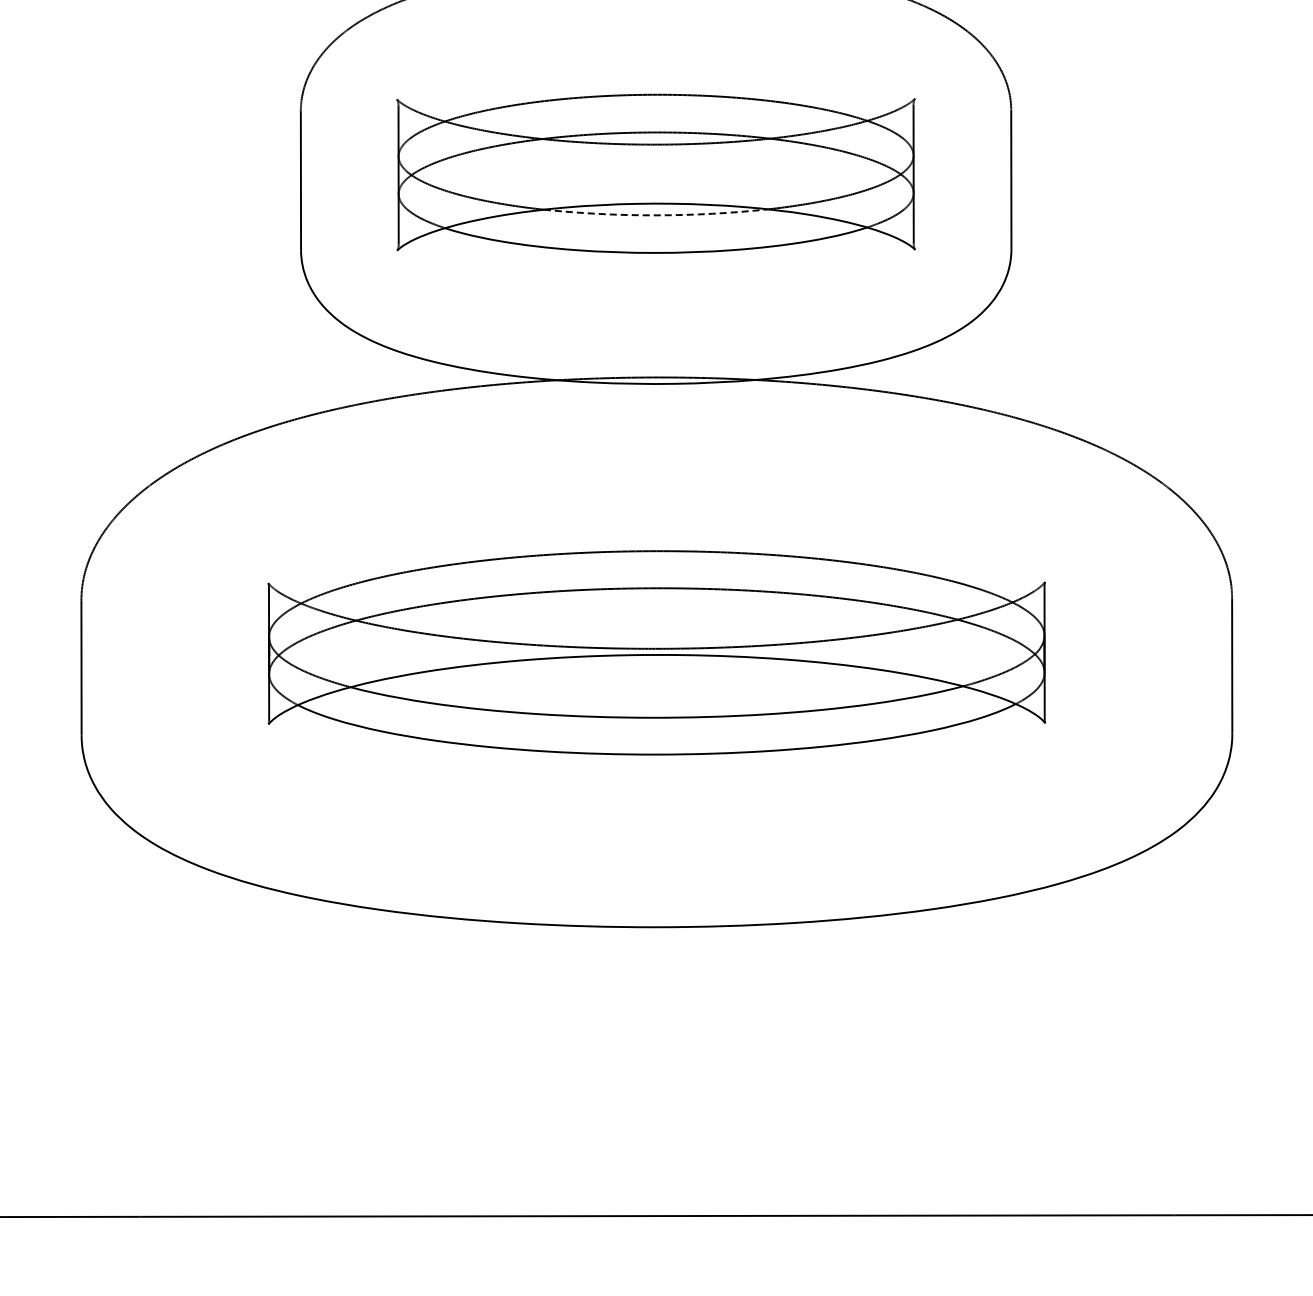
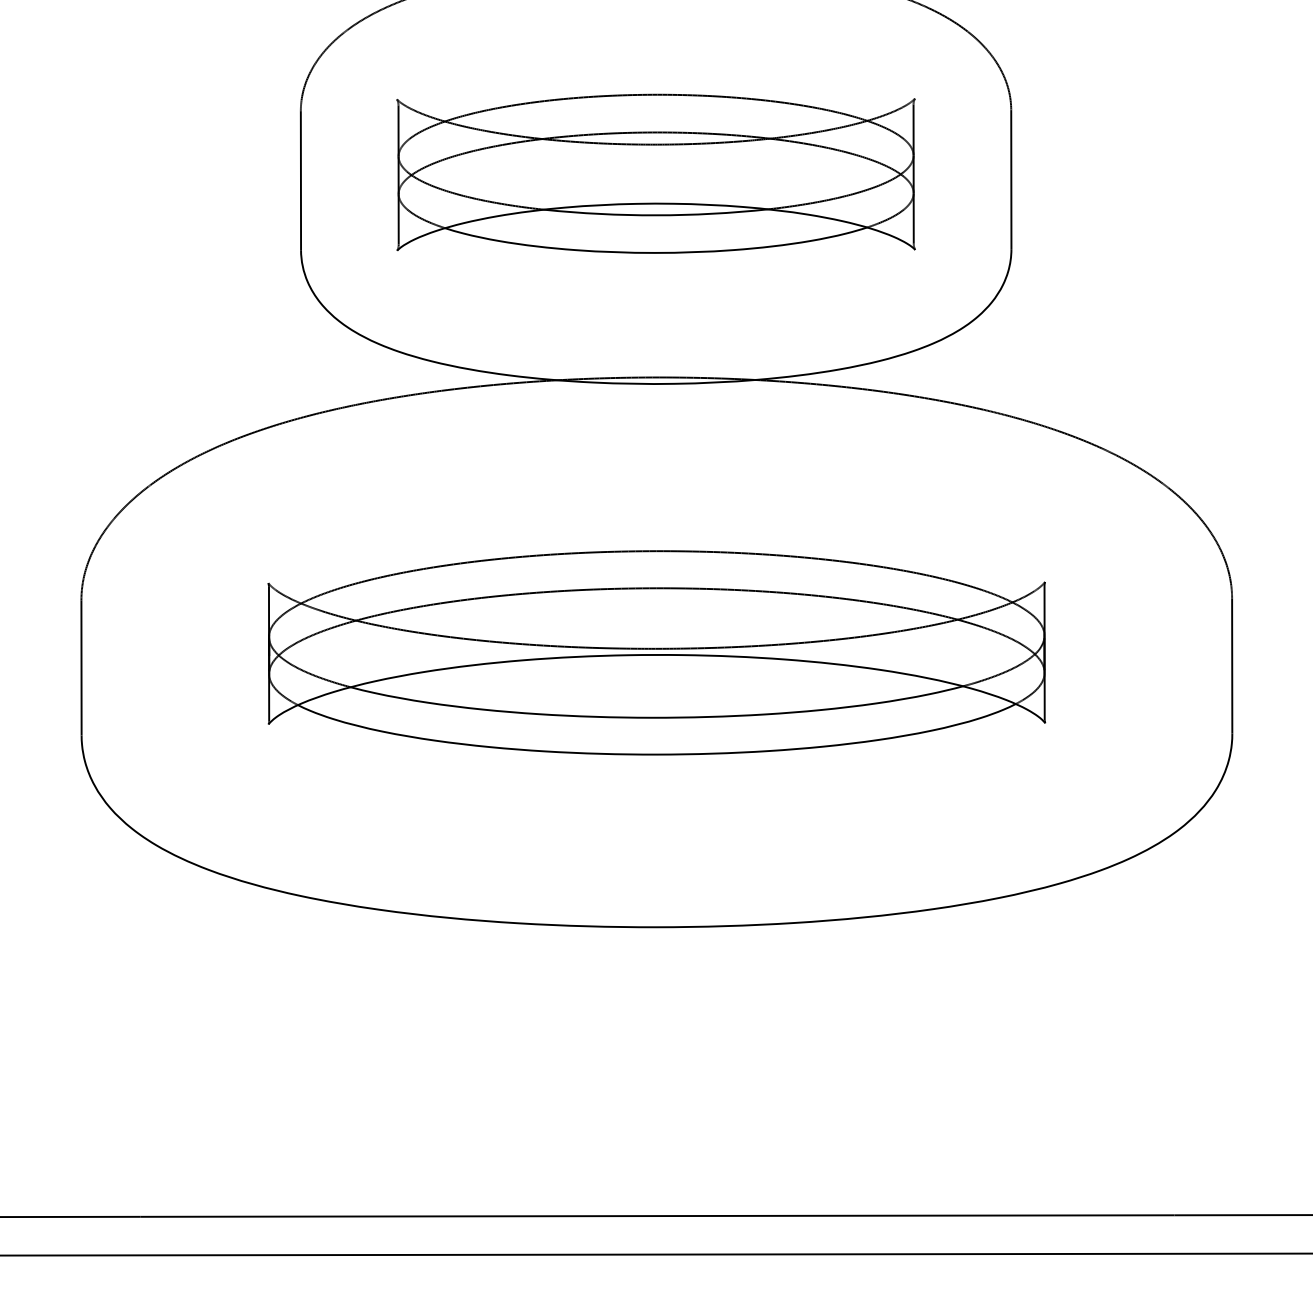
arc at (656, 215): dashed -> solid
line at (655, 1254): none -> present
